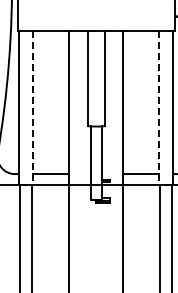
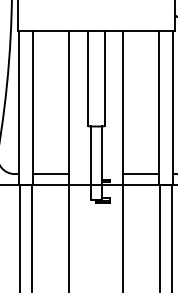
line at (33, 108): dashed -> solid
line at (159, 108): dashed -> solid
